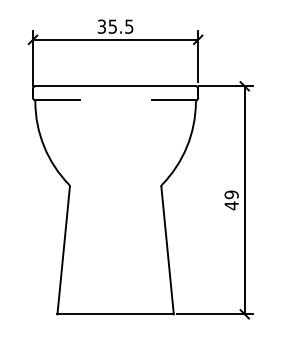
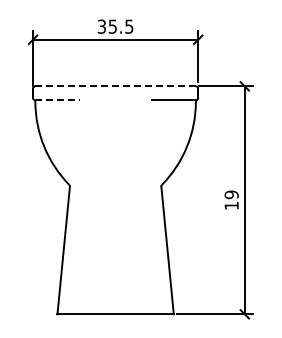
line at (116, 86): solid -> dashed
line at (57, 100): solid -> dashed
text at (231, 205): 49 -> 19
